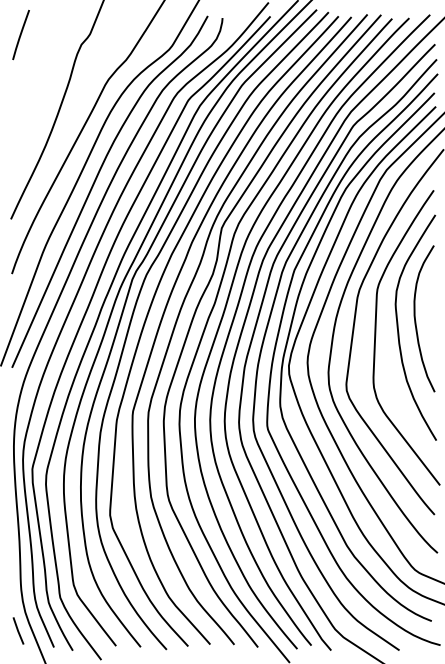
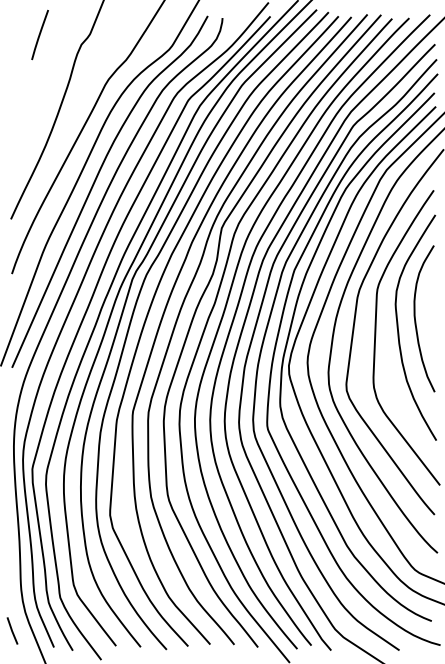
line at (20, 34) position: (20, 34) -> (39, 34)
line at (18, 630) position: (18, 630) -> (12, 630)
